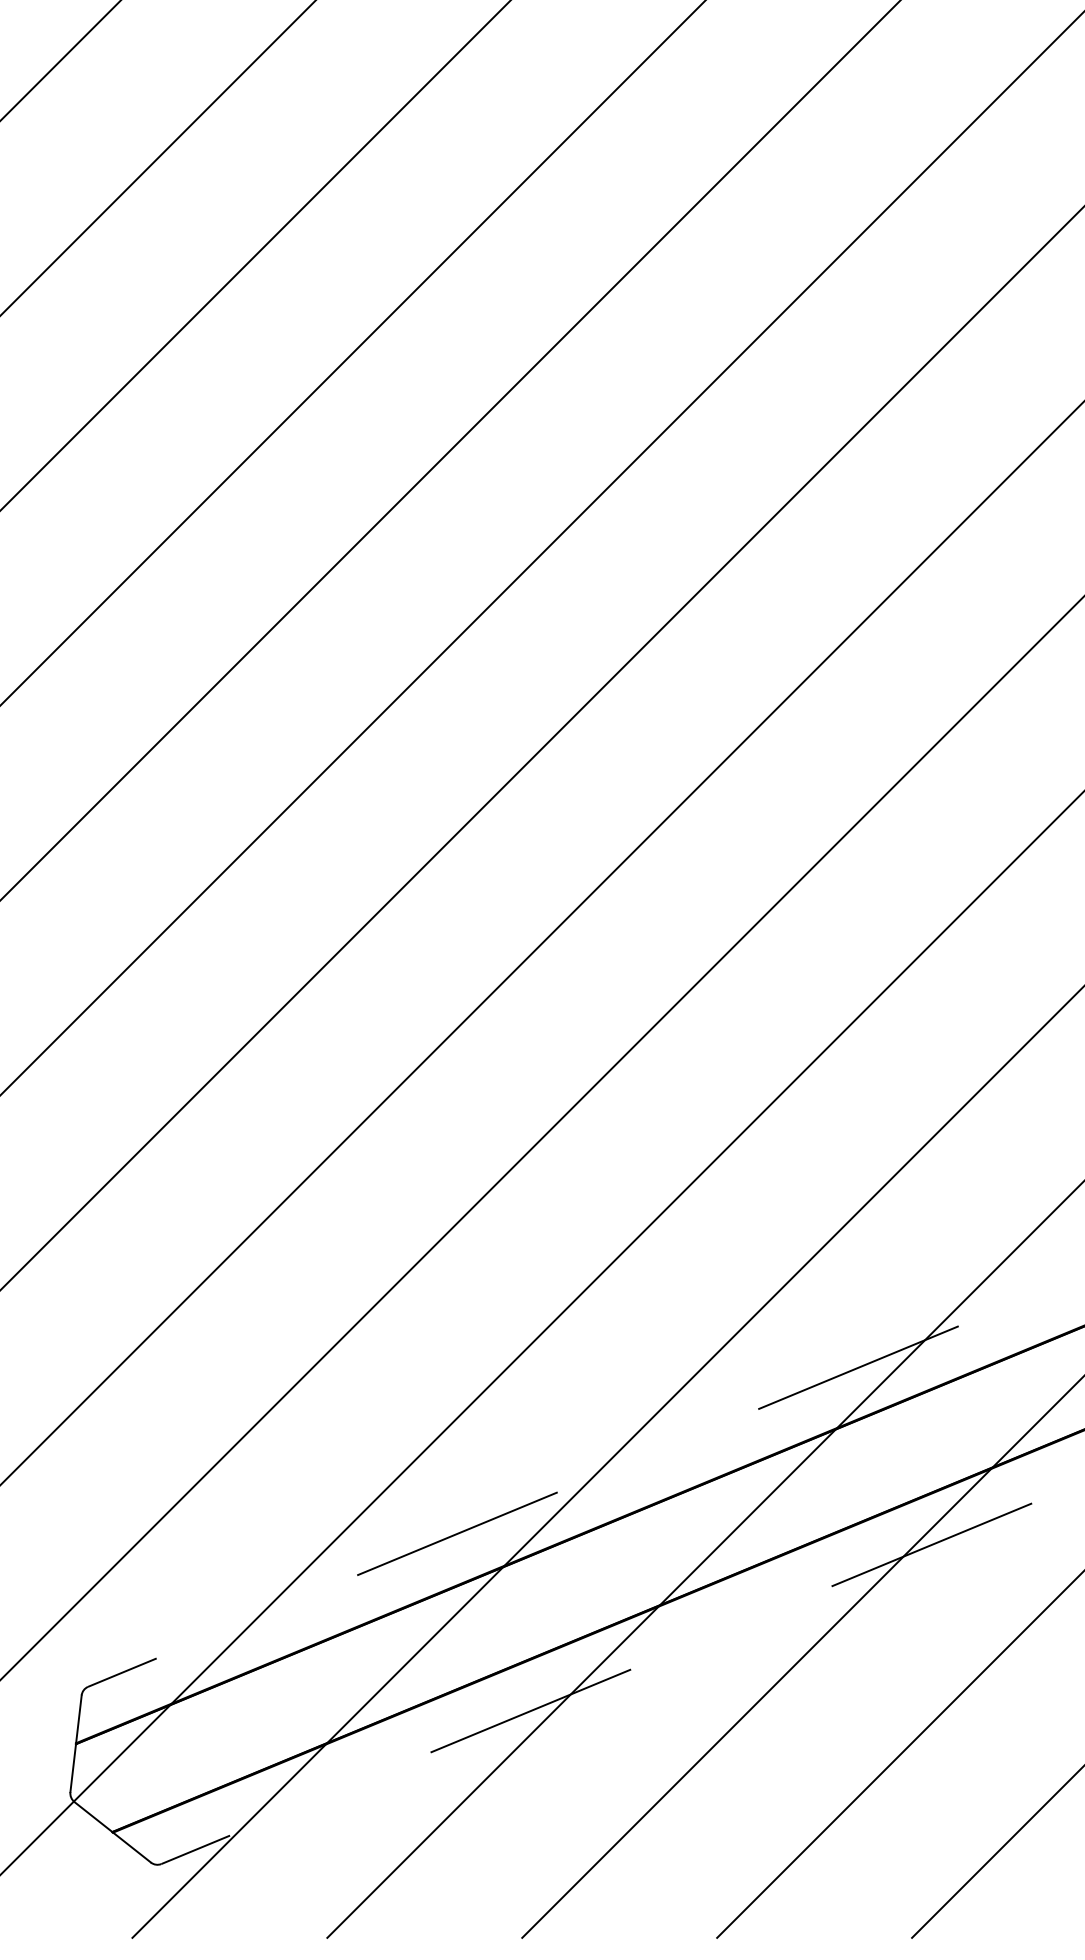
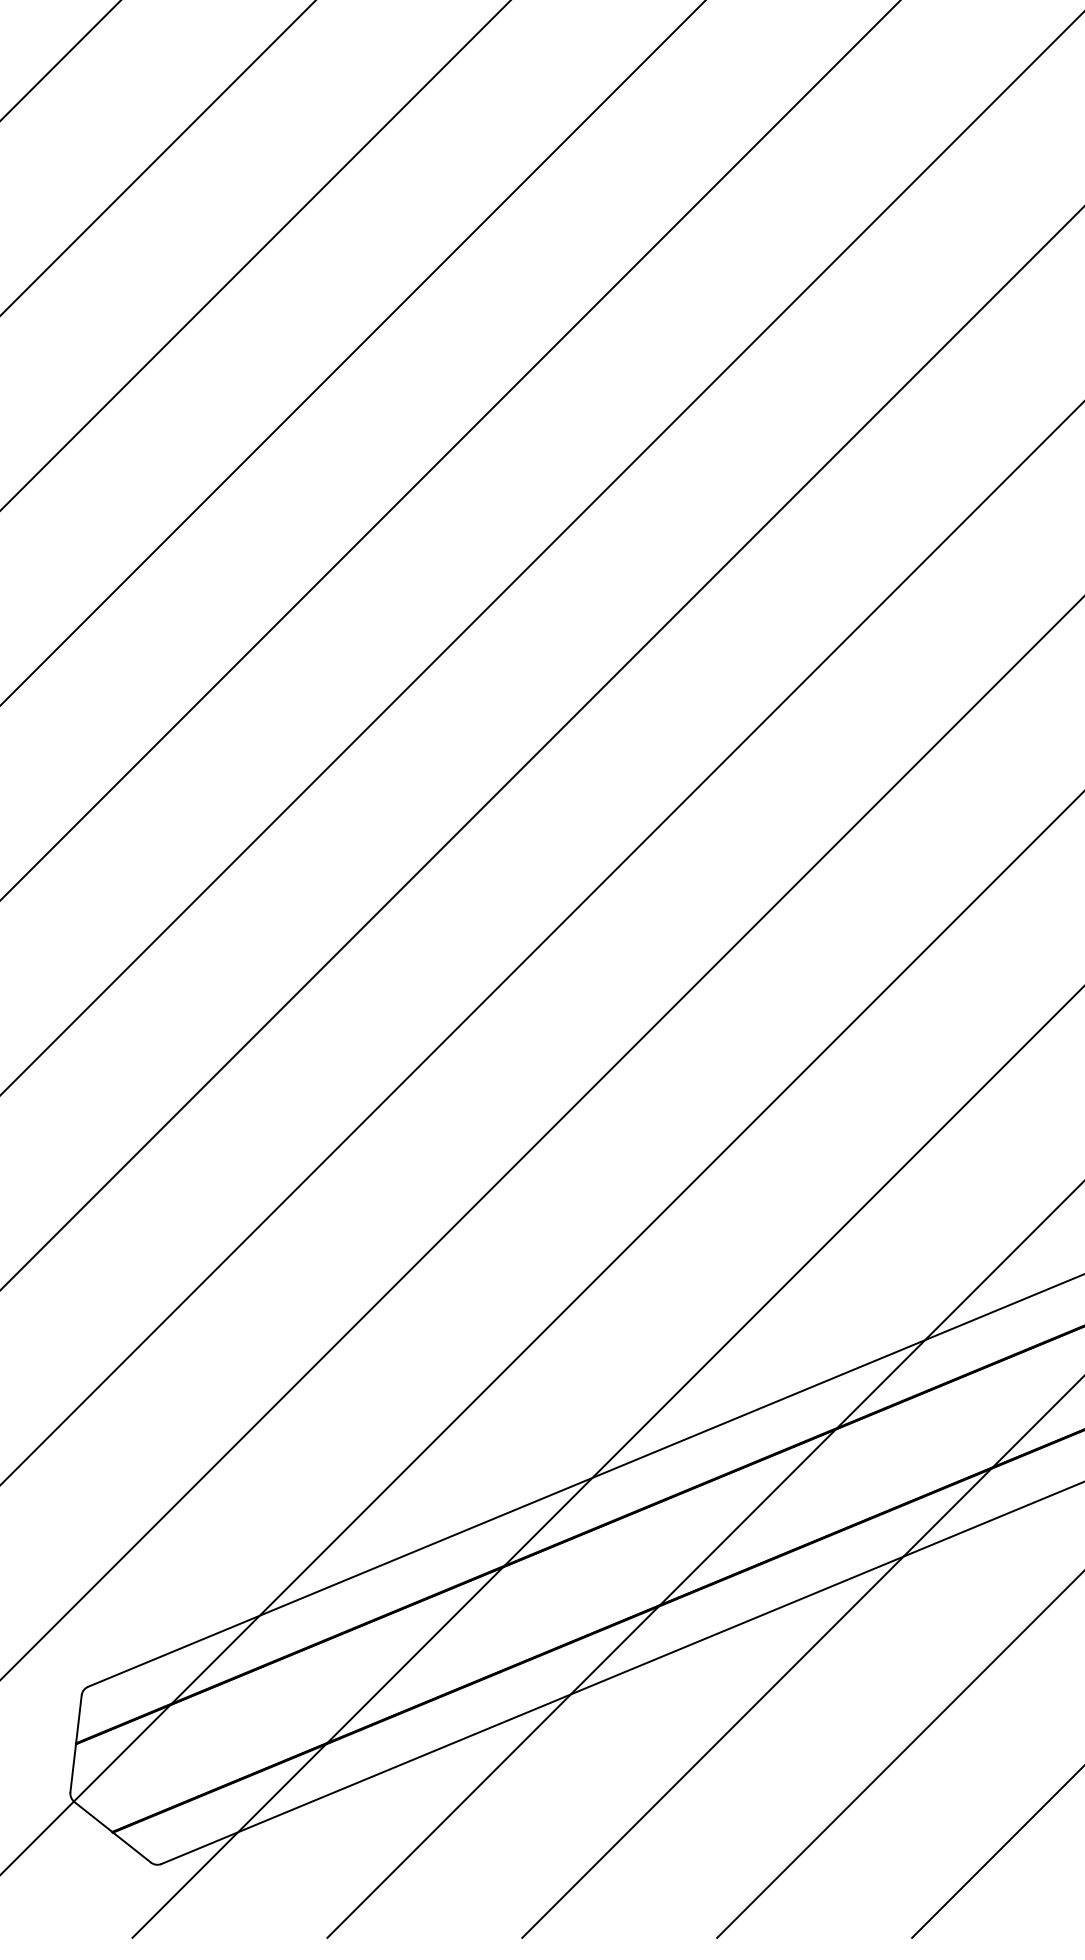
line at (585, 1480): dashed -> solid
line at (622, 1673): dashed -> solid
